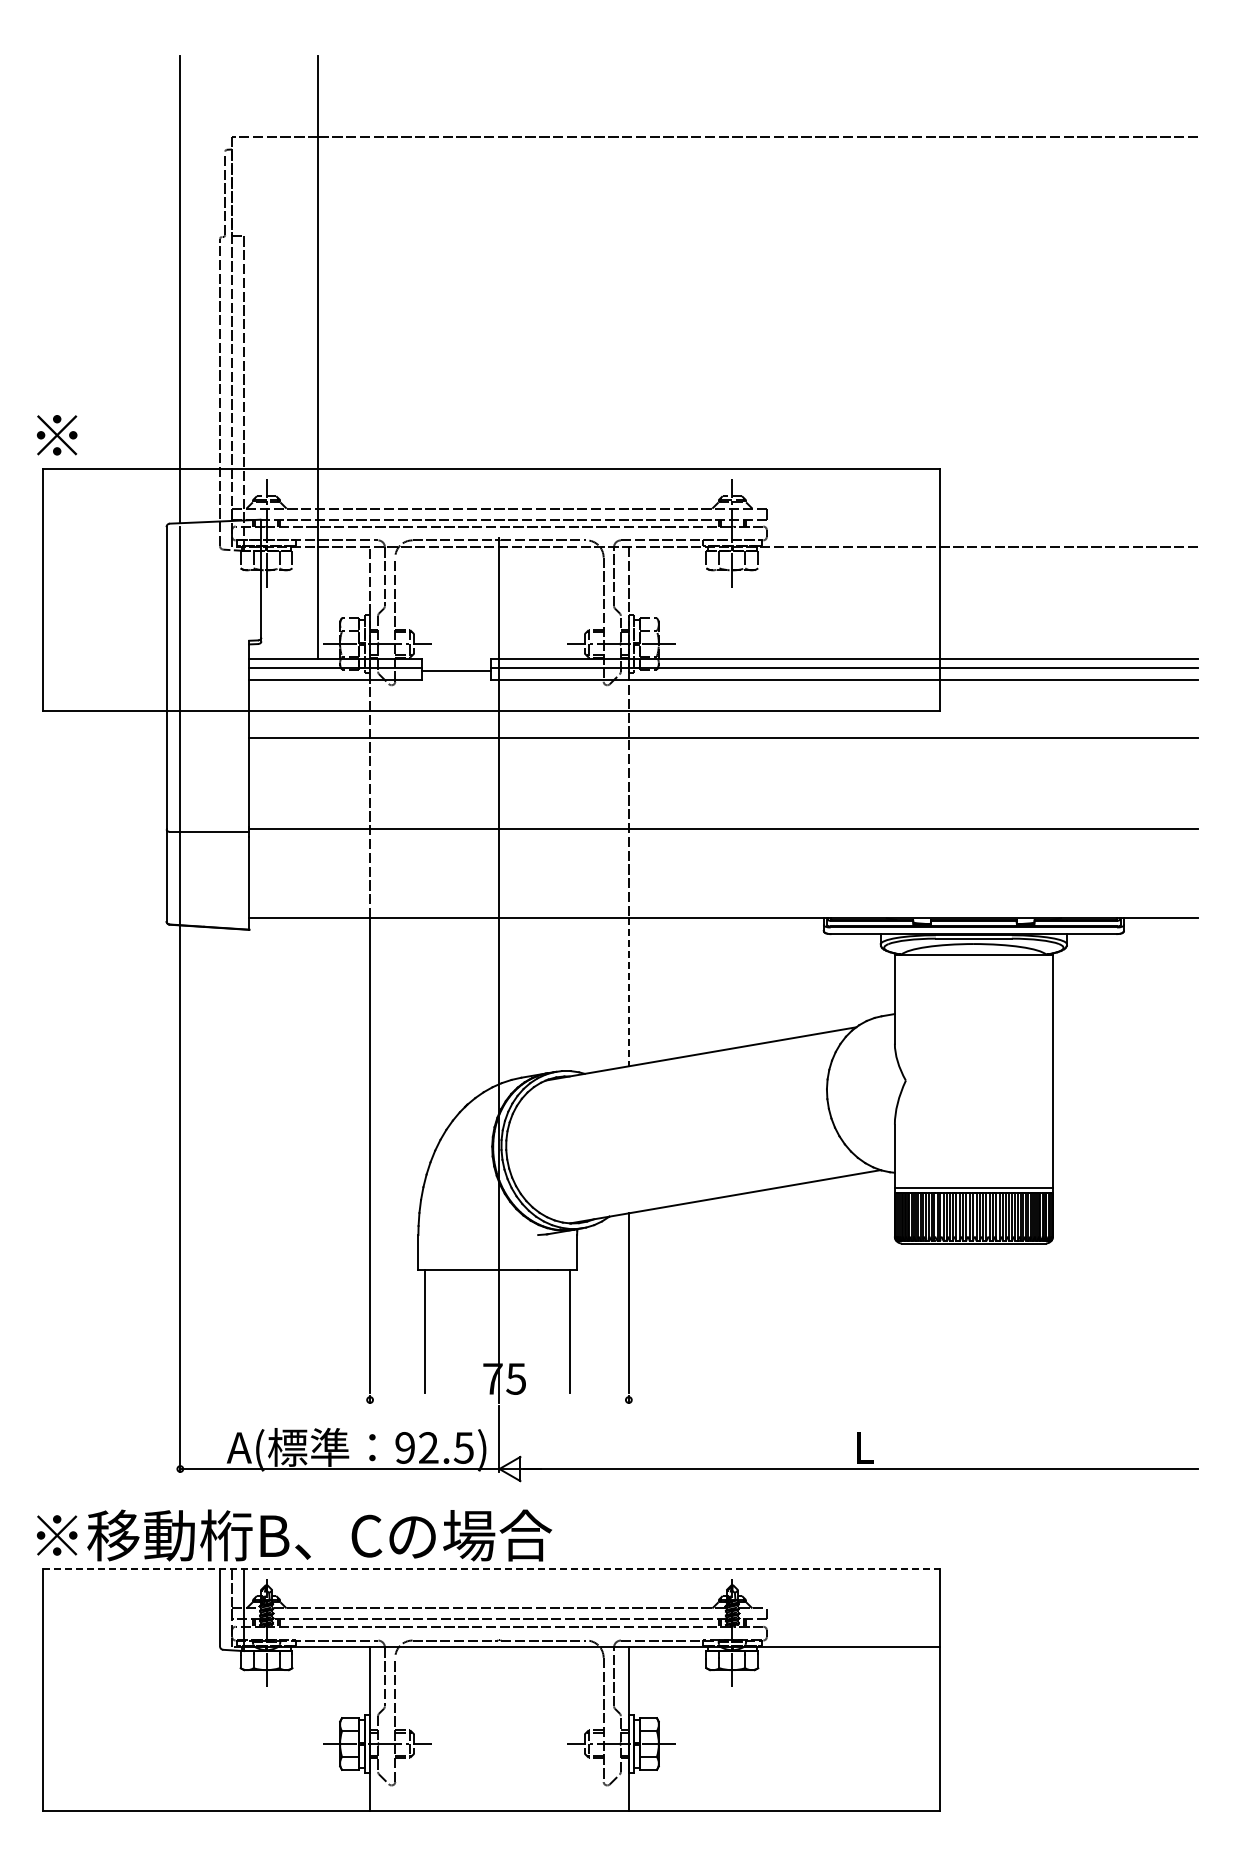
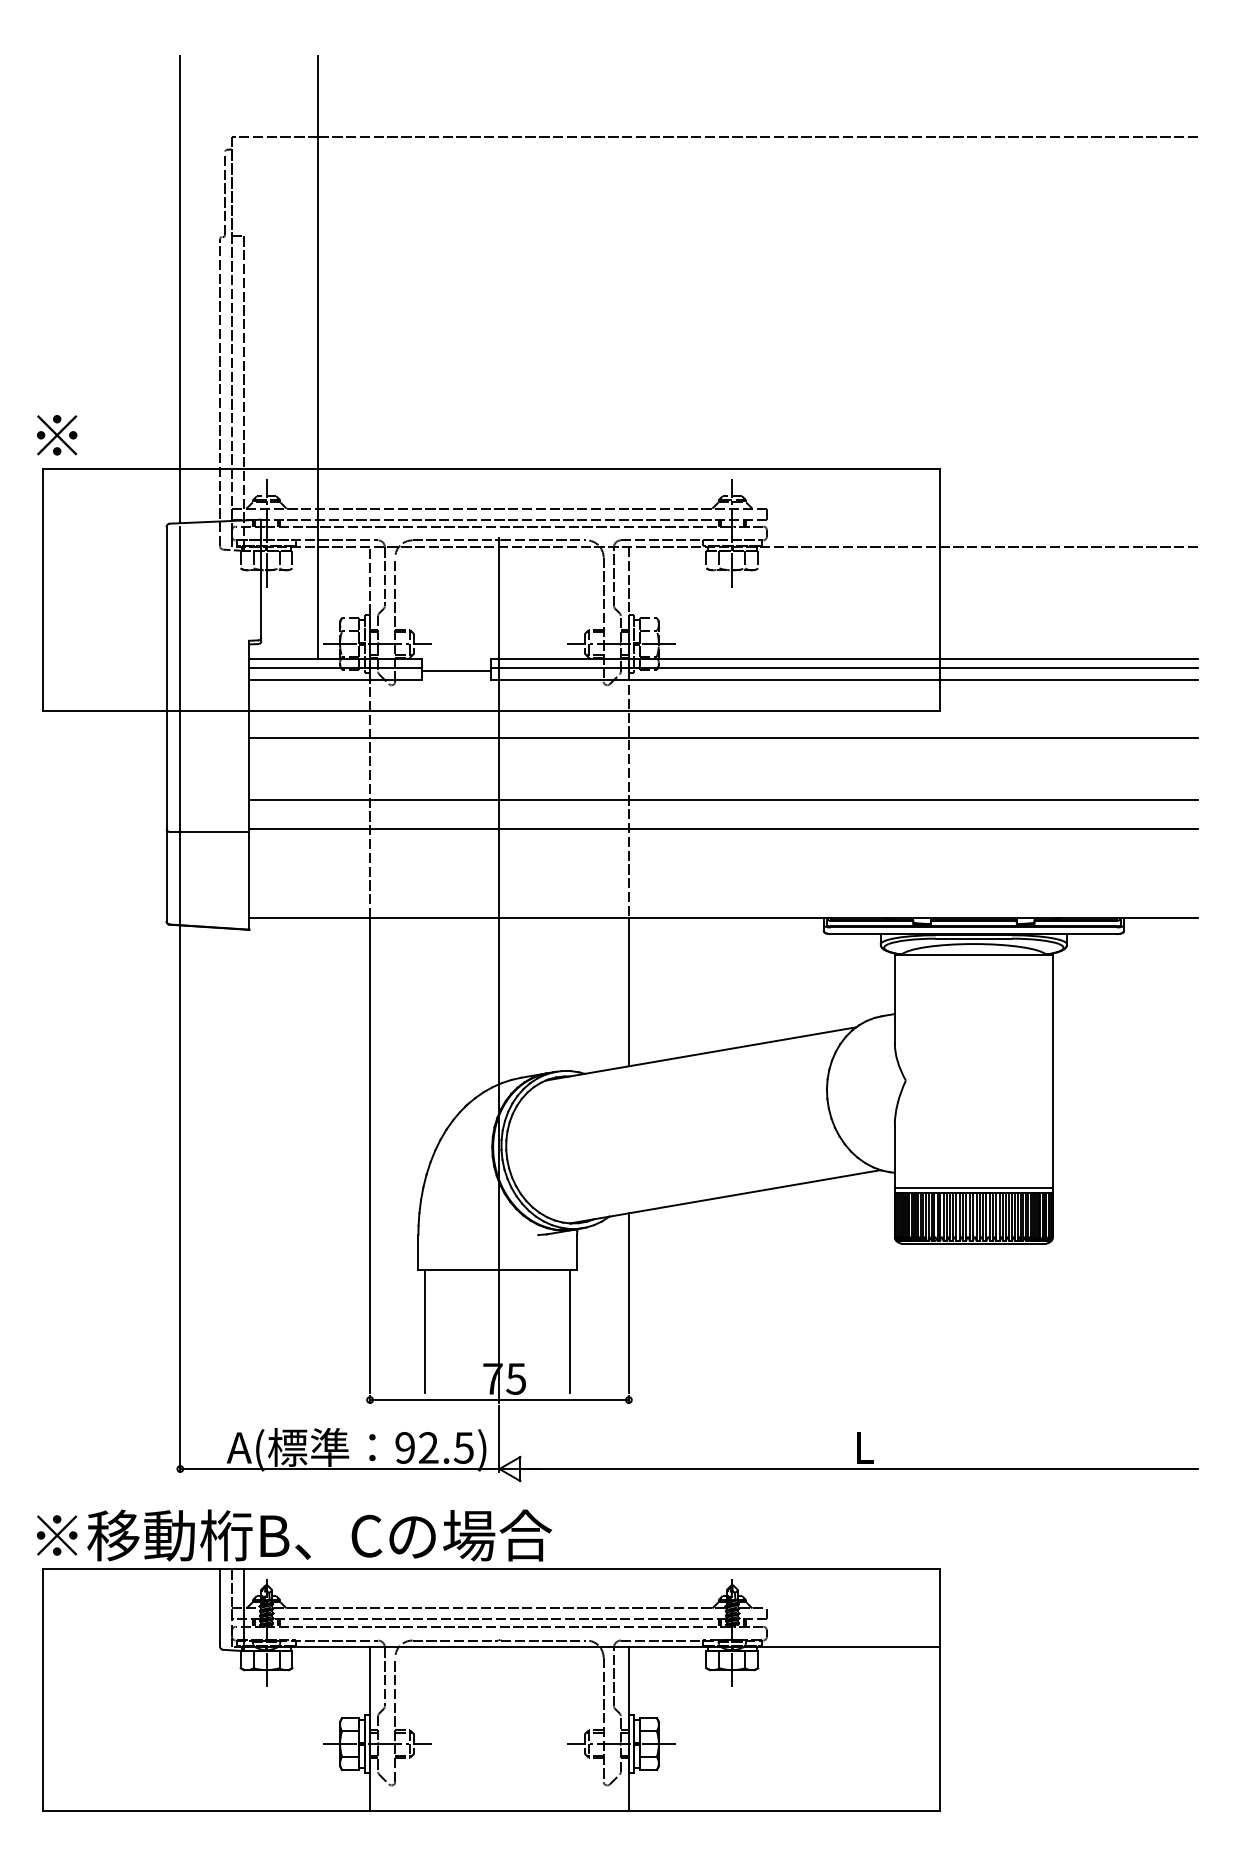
line at (723, 800): none -> present
line at (628, 992): dashed -> solid
line at (499, 1400): none -> present
line at (491, 1569): dashed -> solid
